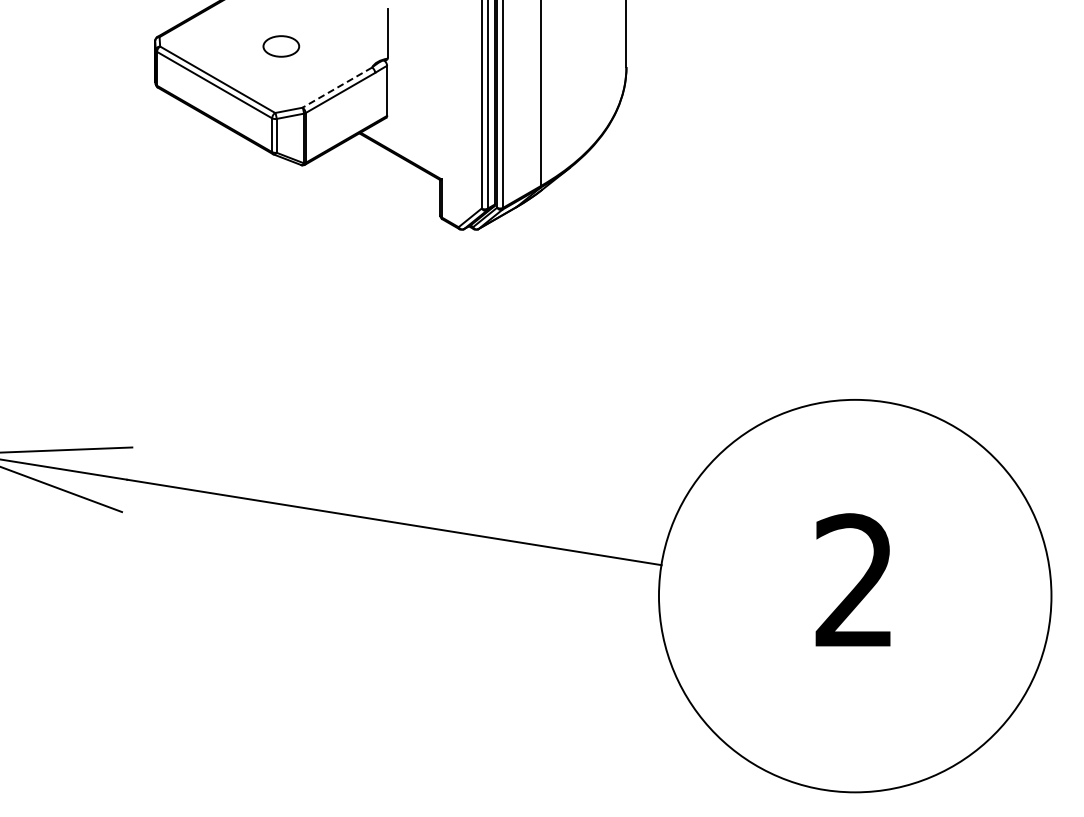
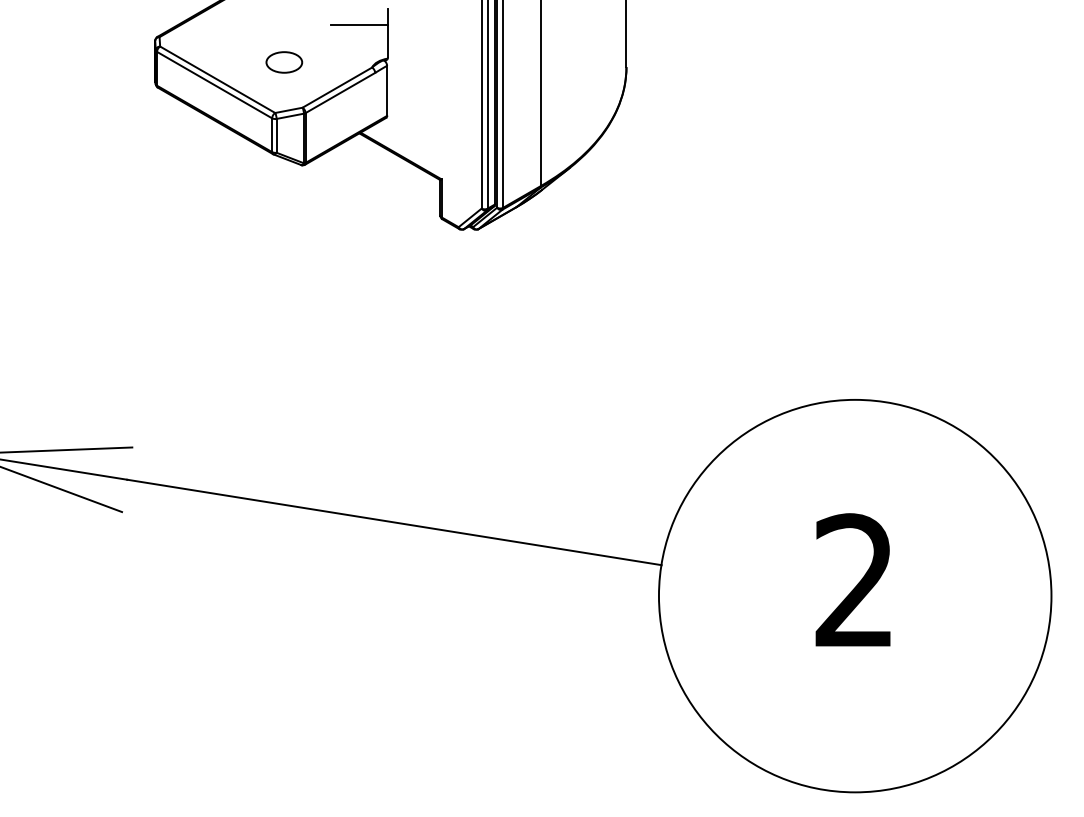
line at (359, 24): none -> present
part at (281, 46) position: (281, 46) -> (284, 62)
line at (336, 87): dashed -> solid
